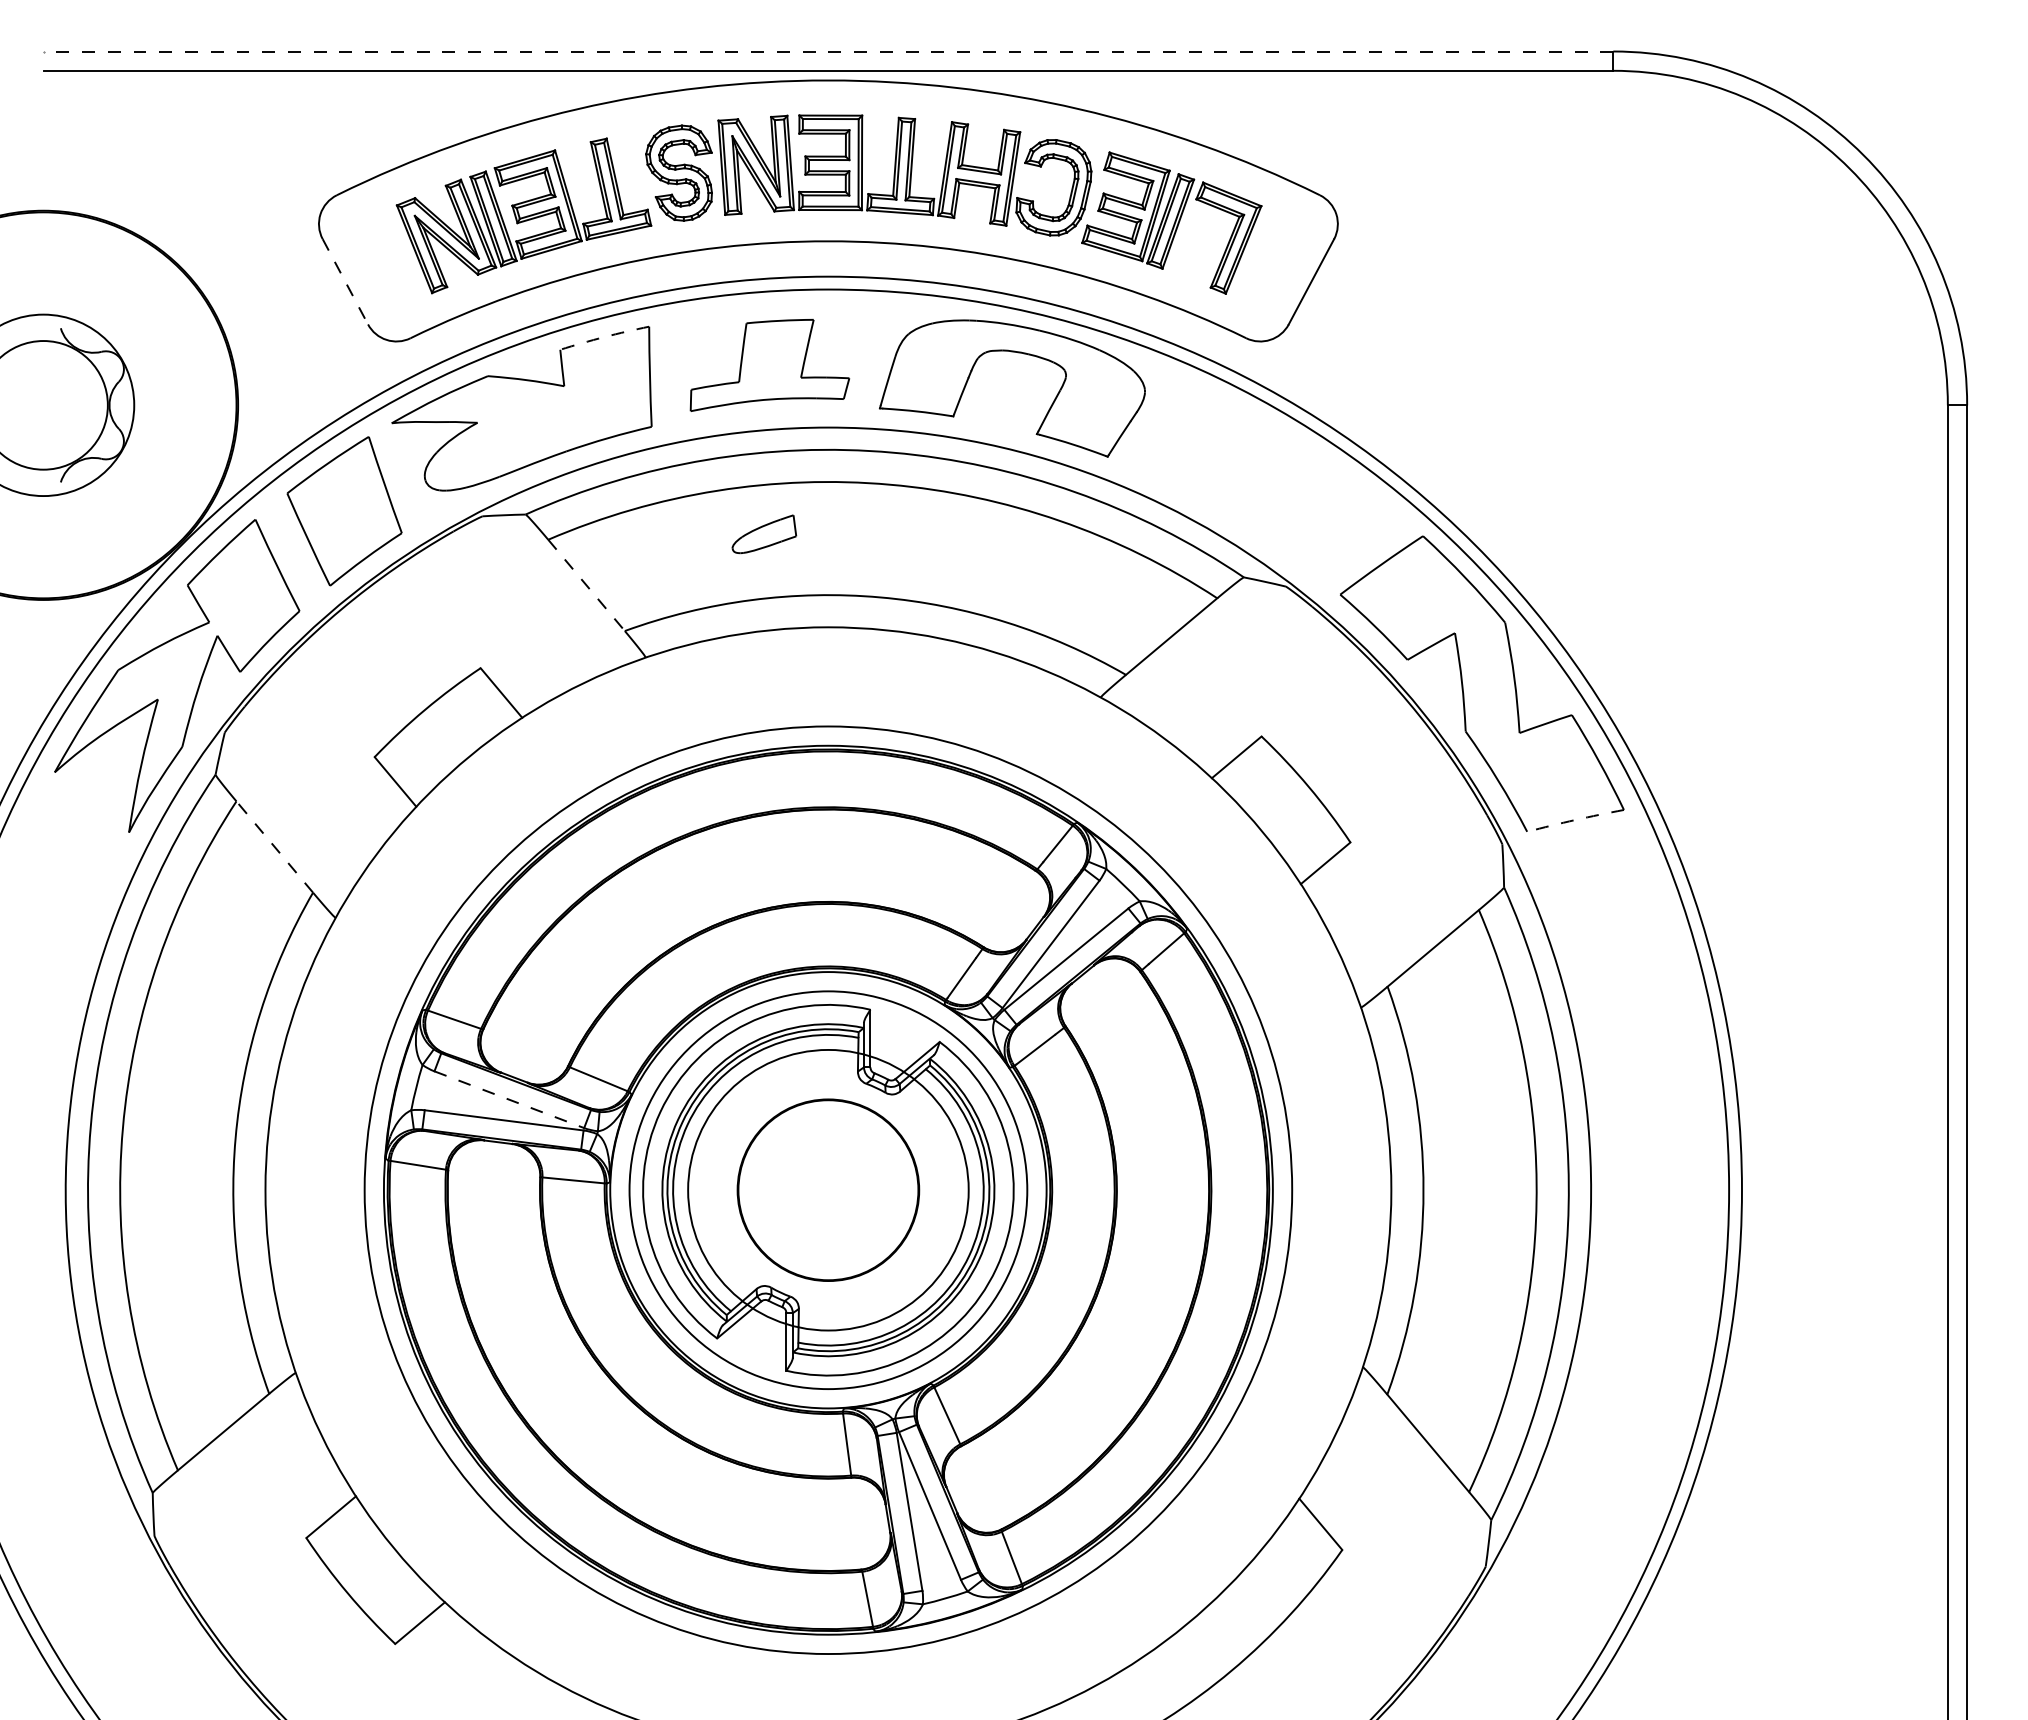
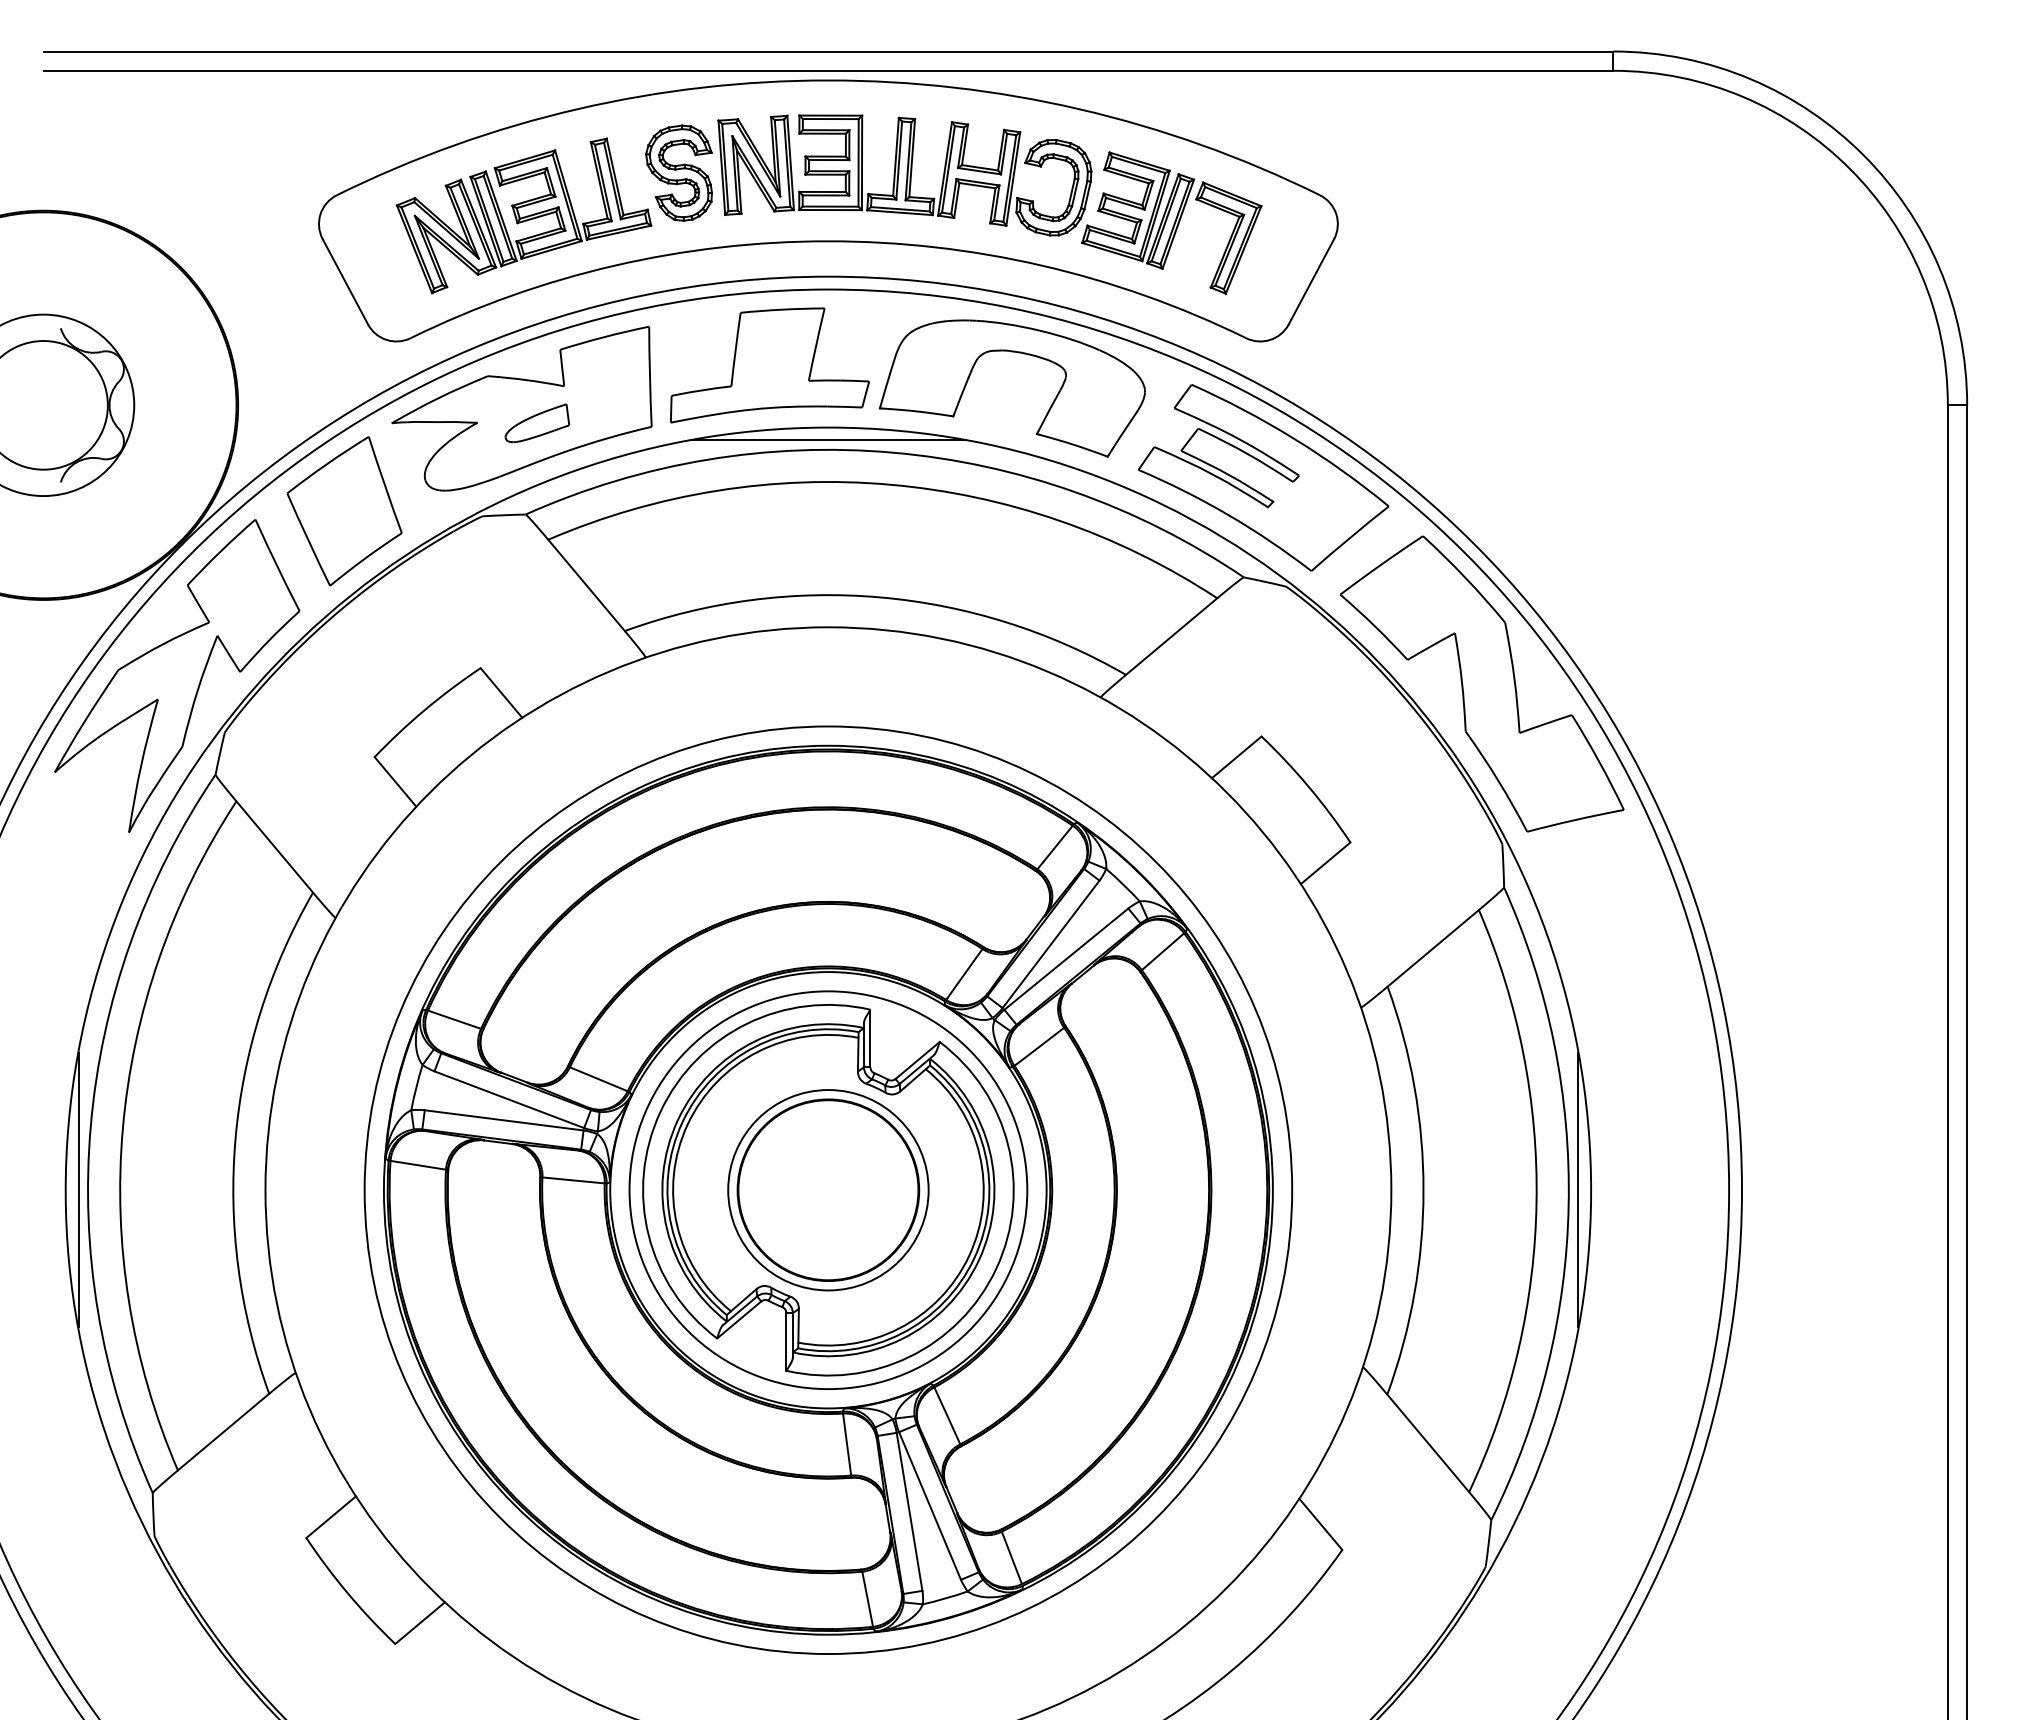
line at (828, 51): dashed -> solid
line at (345, 282): dashed -> solid
arc at (604, 337): dashed -> solid
part at (769, 365) size: 162x93 px -> 200x117 px
line at (828, 440): none -> present
part at (1263, 477): none -> present
part at (764, 534) position: (764, 534) -> (537, 423)
line at (586, 585): dashed -> solid
arc at (1575, 820): dashed -> solid
line at (274, 847): dashed -> solid
line at (509, 1099): dashed -> solid
circle at (828, 1189) diameter: 281 px -> 200 px
line at (78, 1190): none -> present
line at (1578, 1190): none -> present
